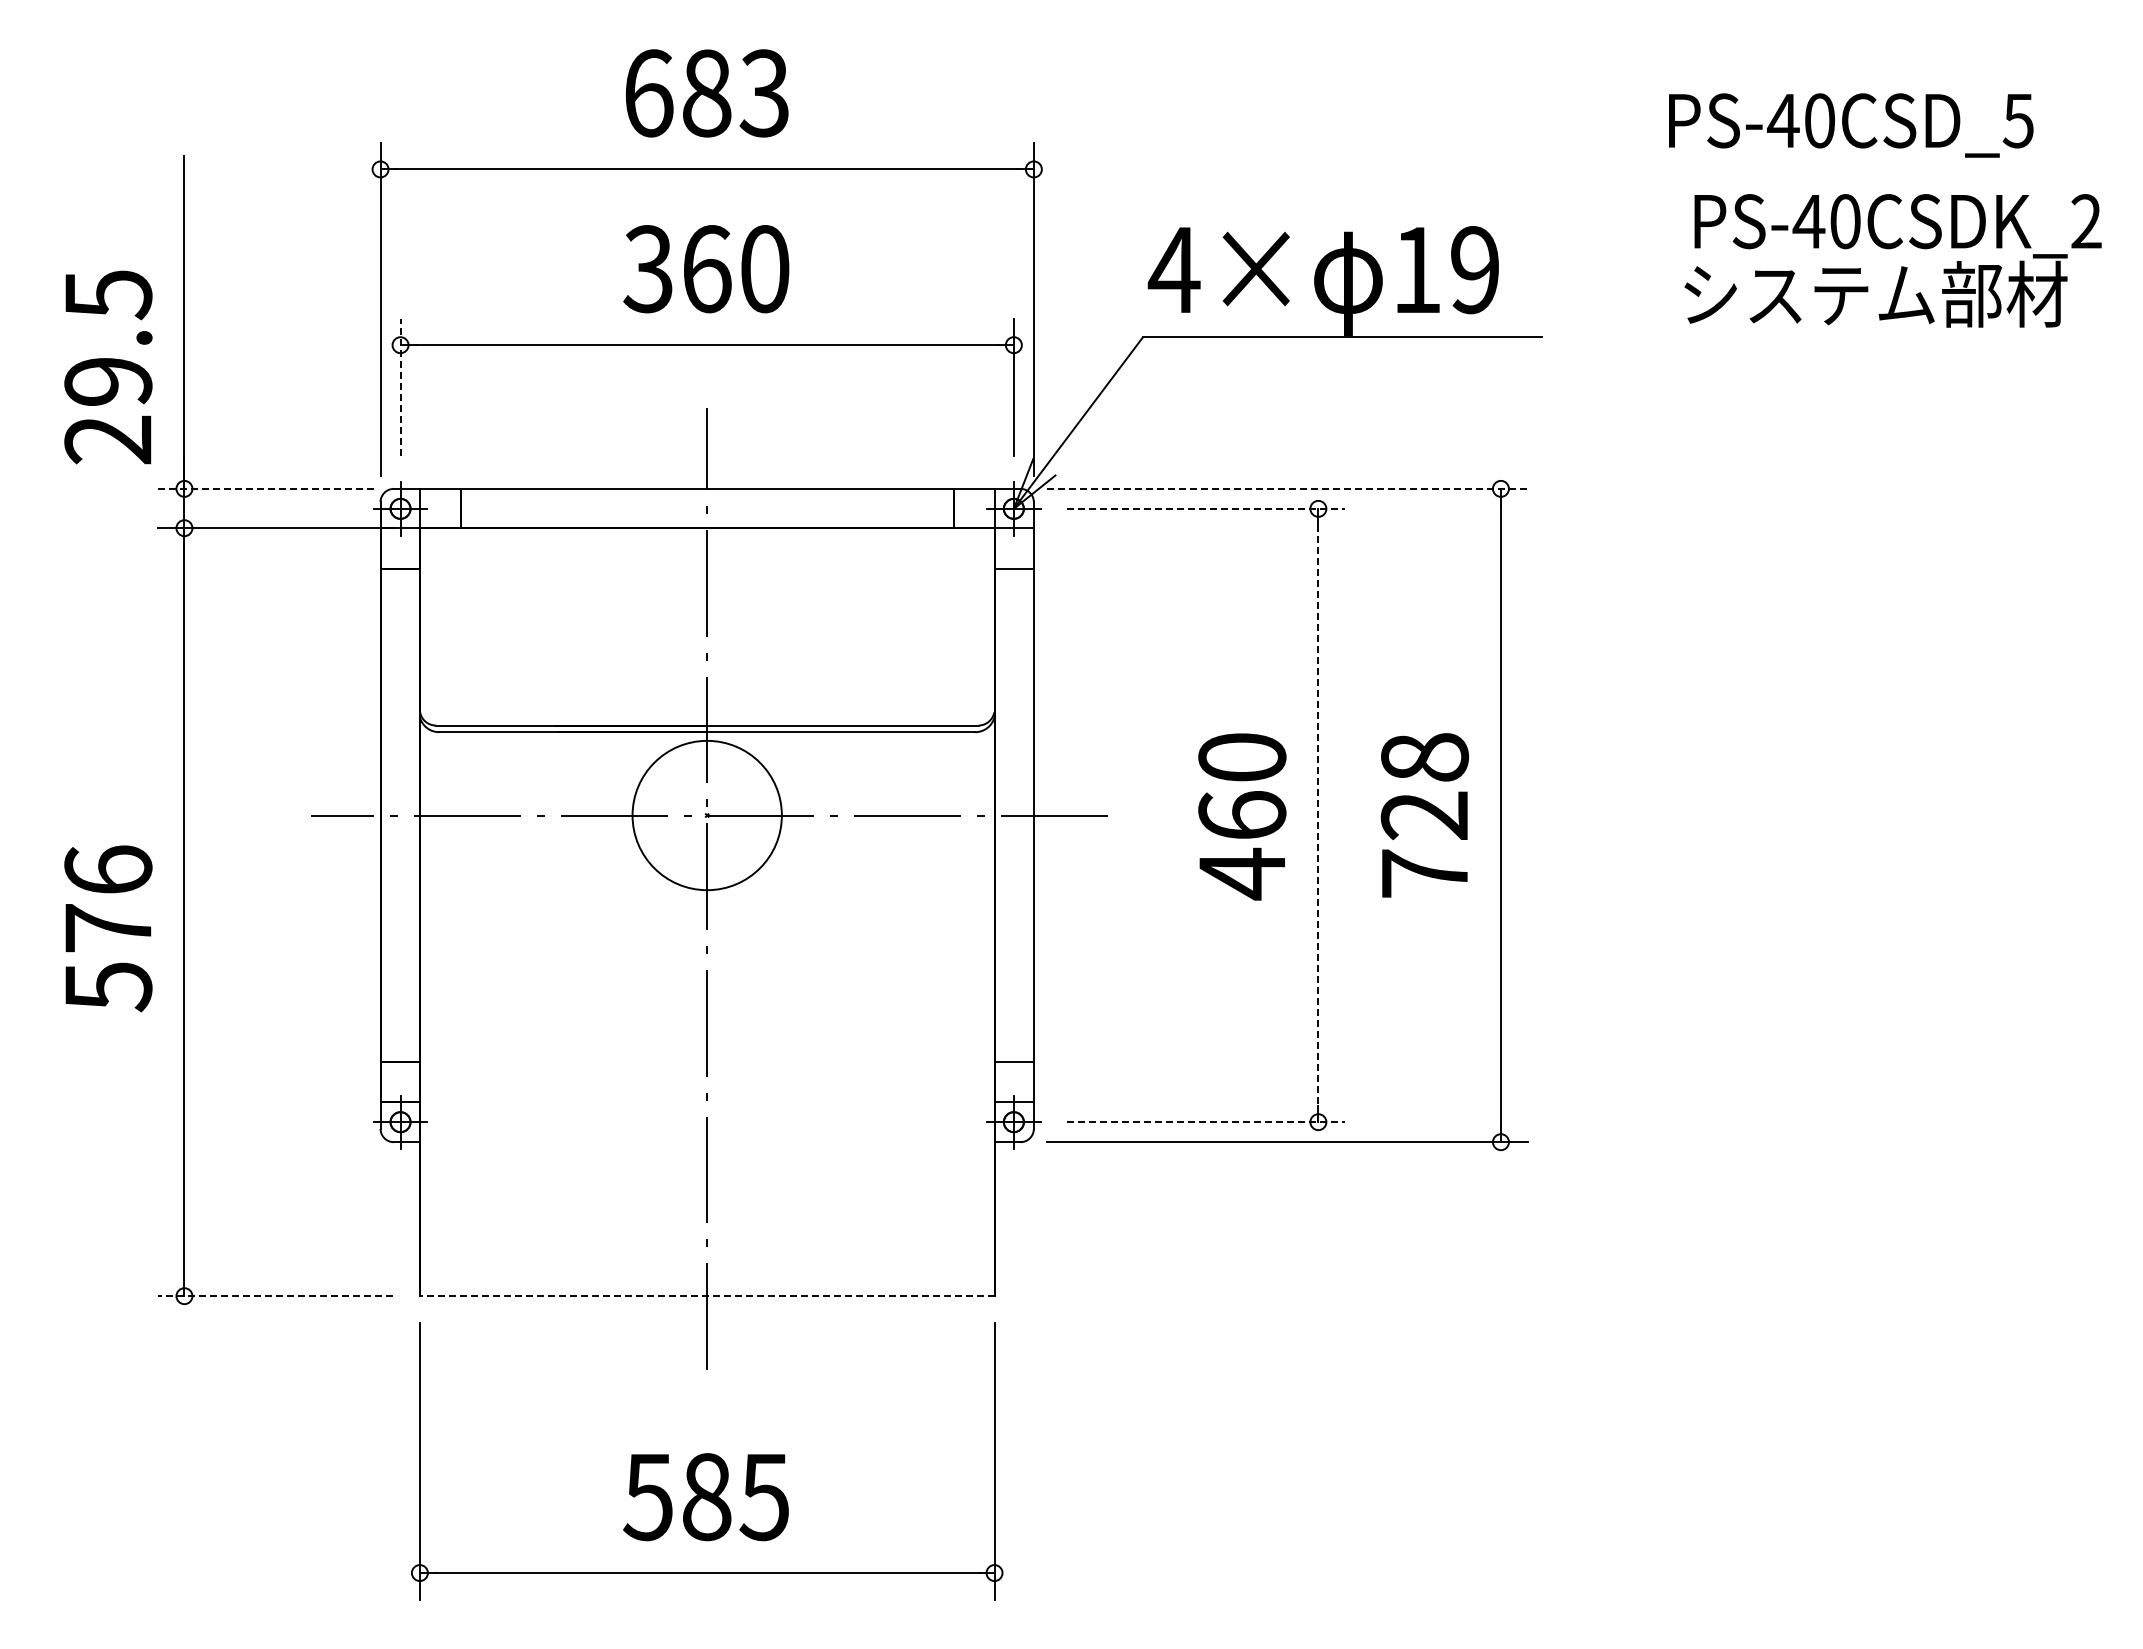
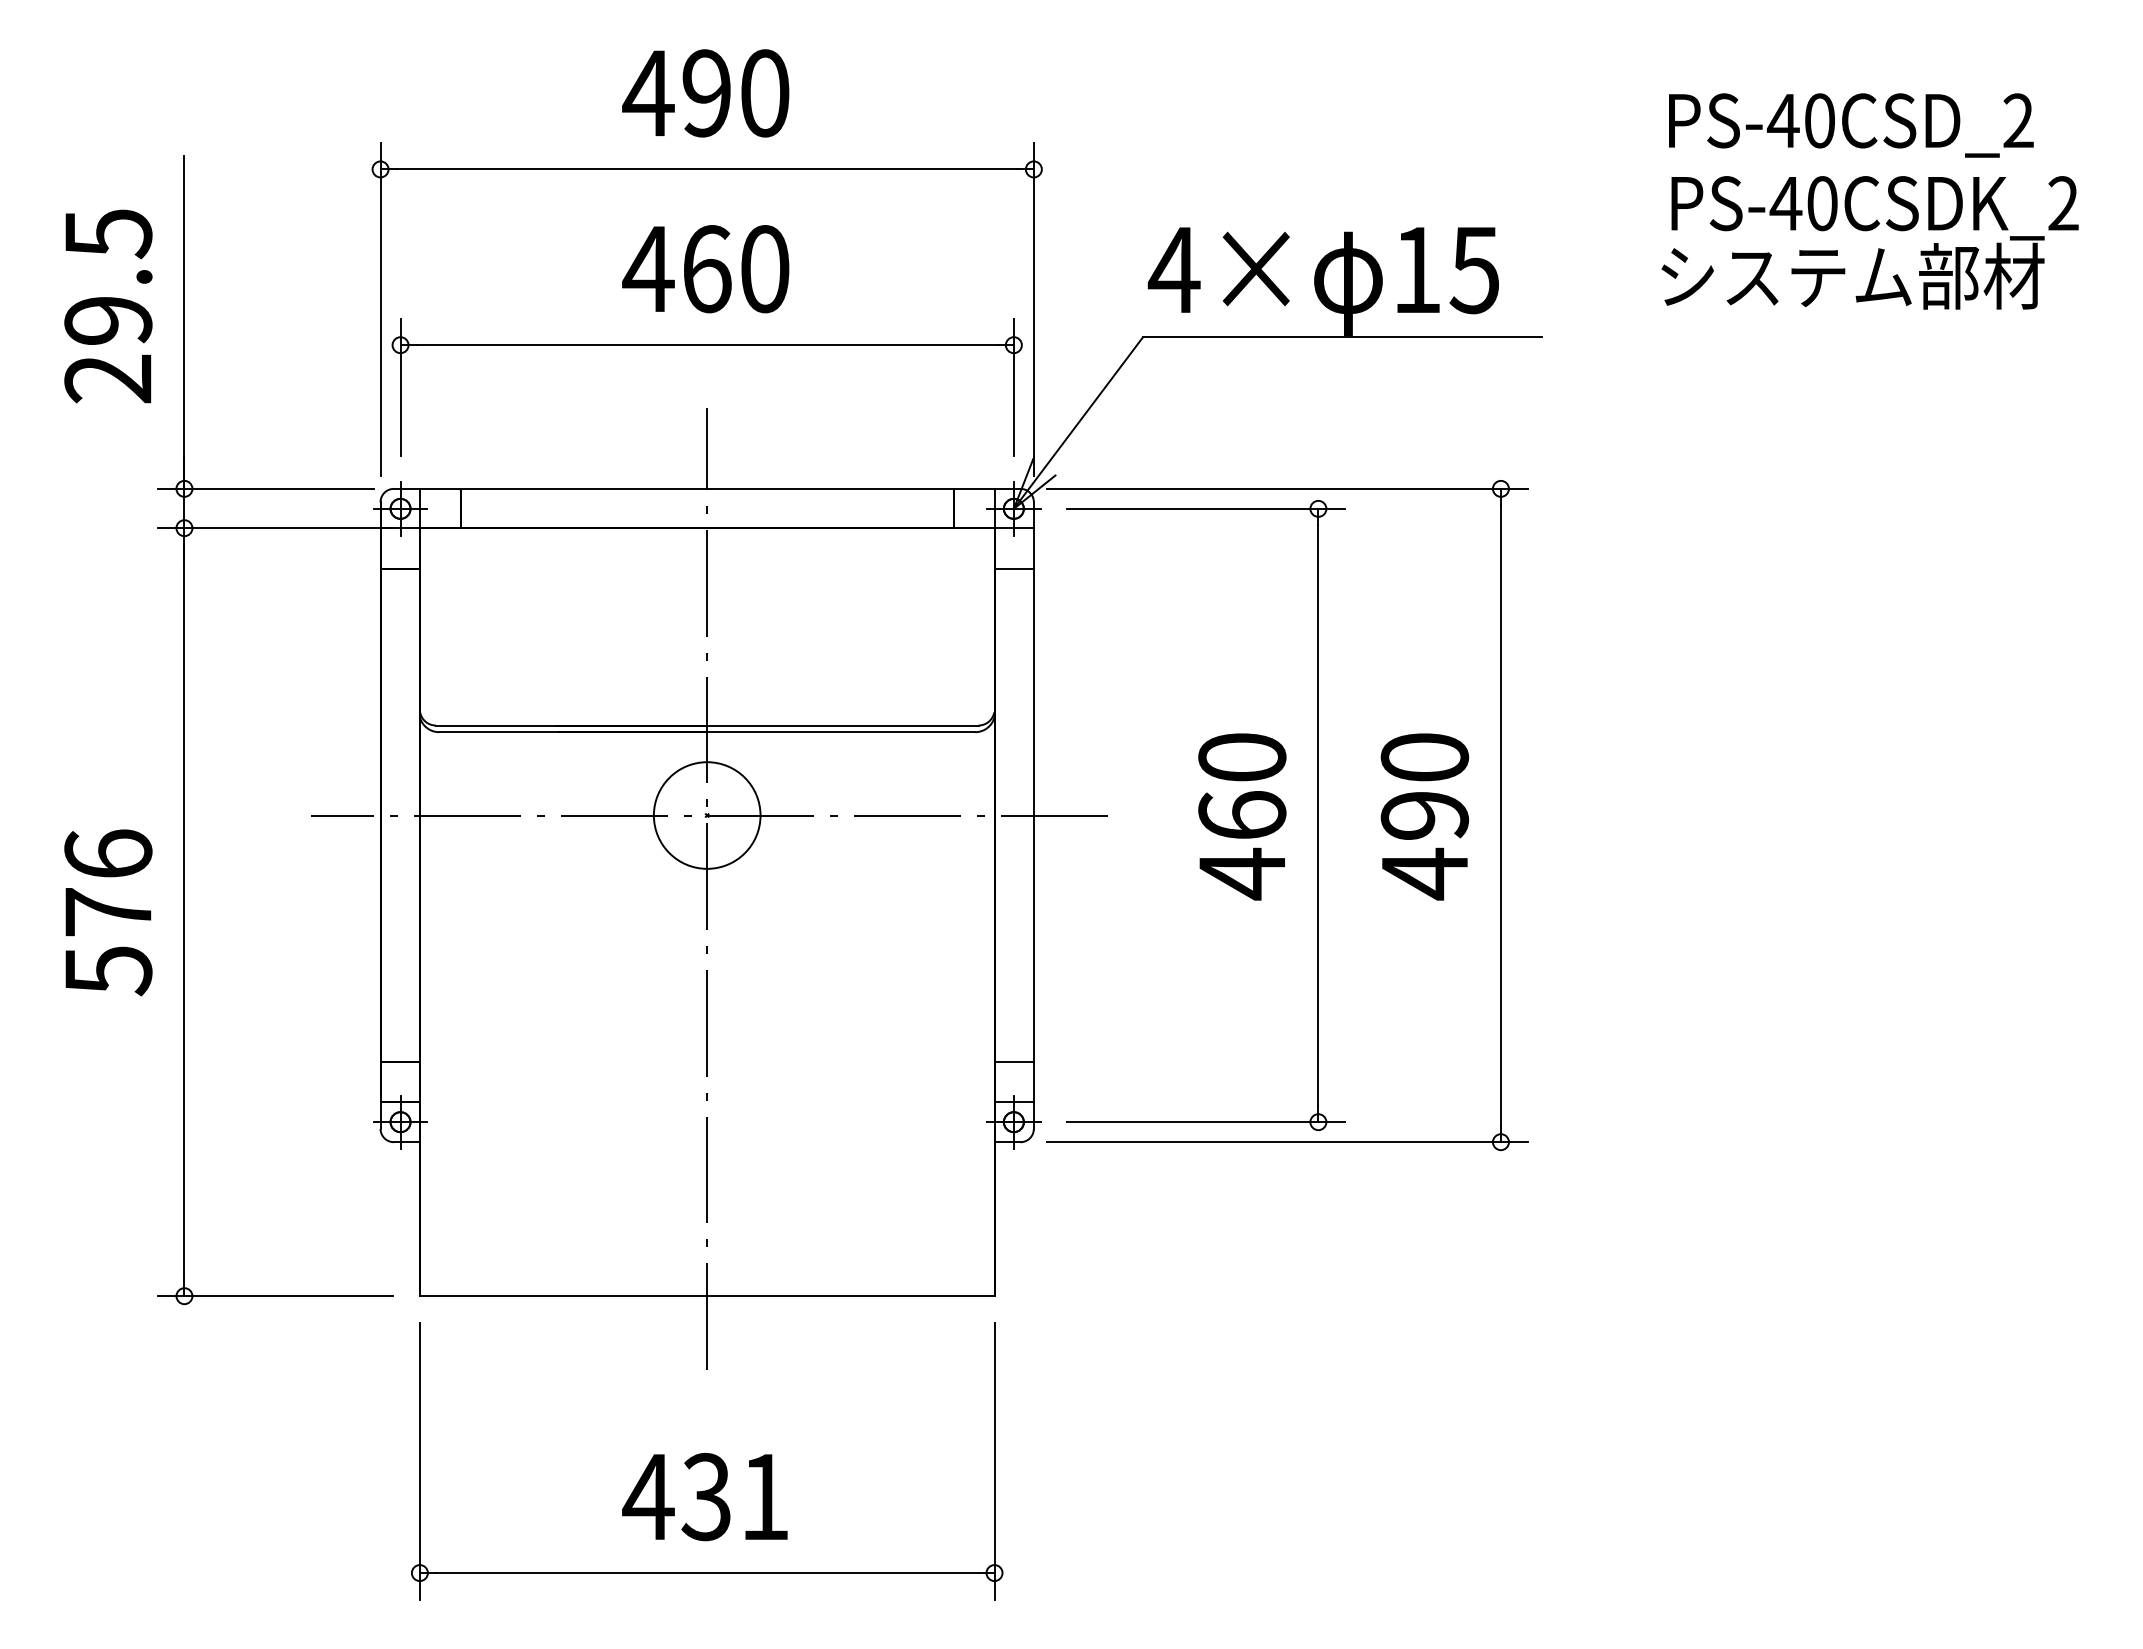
text at (705, 93): 683 -> 490
text at (2017, 120): PS-40CSD_5 -> PS-40CSD_2
text at (1892, 260) position: (1892, 260) -> (1869, 242)
text at (648, 269): 360 -> 460
text at (1473, 270): 19 -> 15
text at (108, 367) position: (108, 367) -> (108, 306)
line at (400, 387): dashed -> solid
line at (265, 488): dashed -> solid
line at (1287, 488): dashed -> solid
line at (1206, 508): dashed -> solid
circle at (706, 815) diameter: 149 px -> 107 px
line at (1318, 815): dashed -> solid
text at (1424, 816): 728 -> 490
text at (108, 928) position: (108, 928) -> (108, 912)
line at (1206, 1122): dashed -> solid
line at (275, 1296): dashed -> solid
line at (706, 1296): dashed -> solid
text at (705, 1496): 585 -> 431
